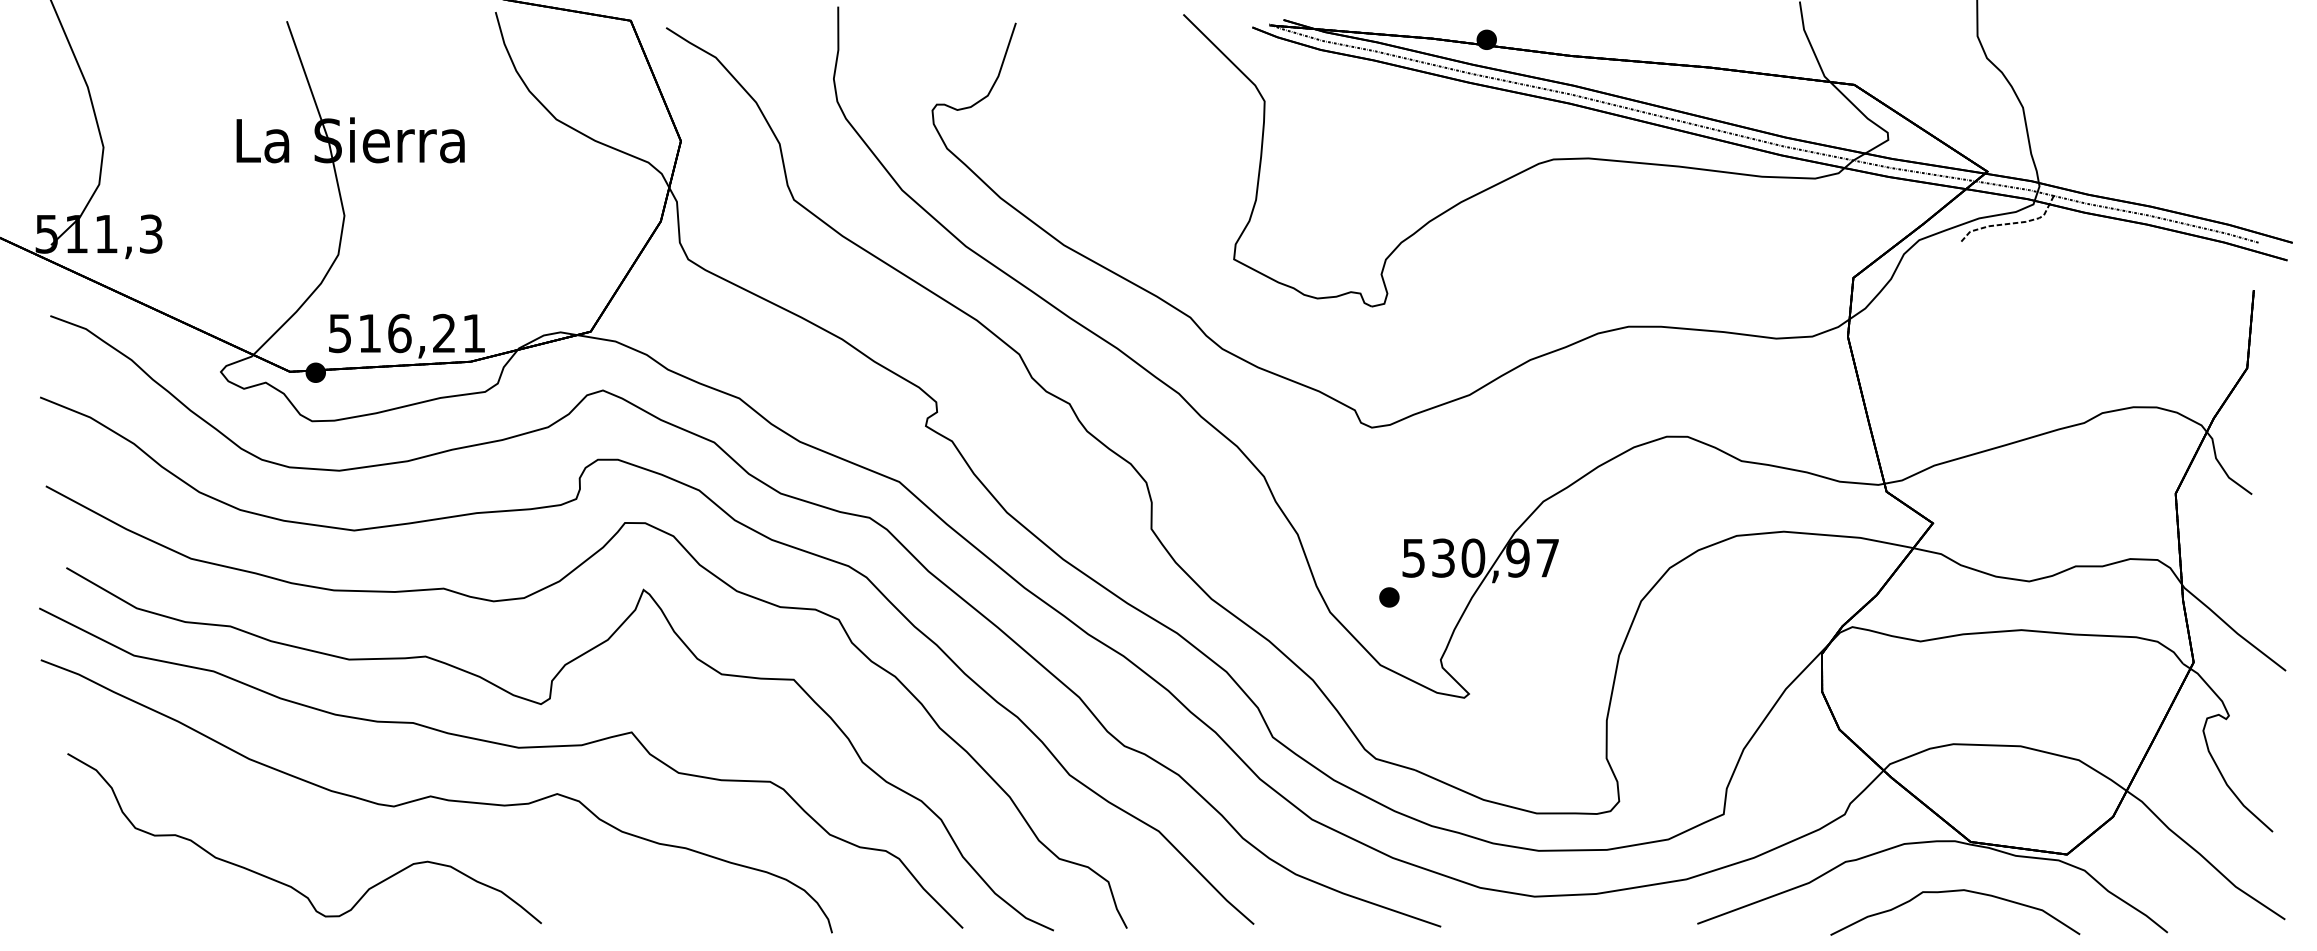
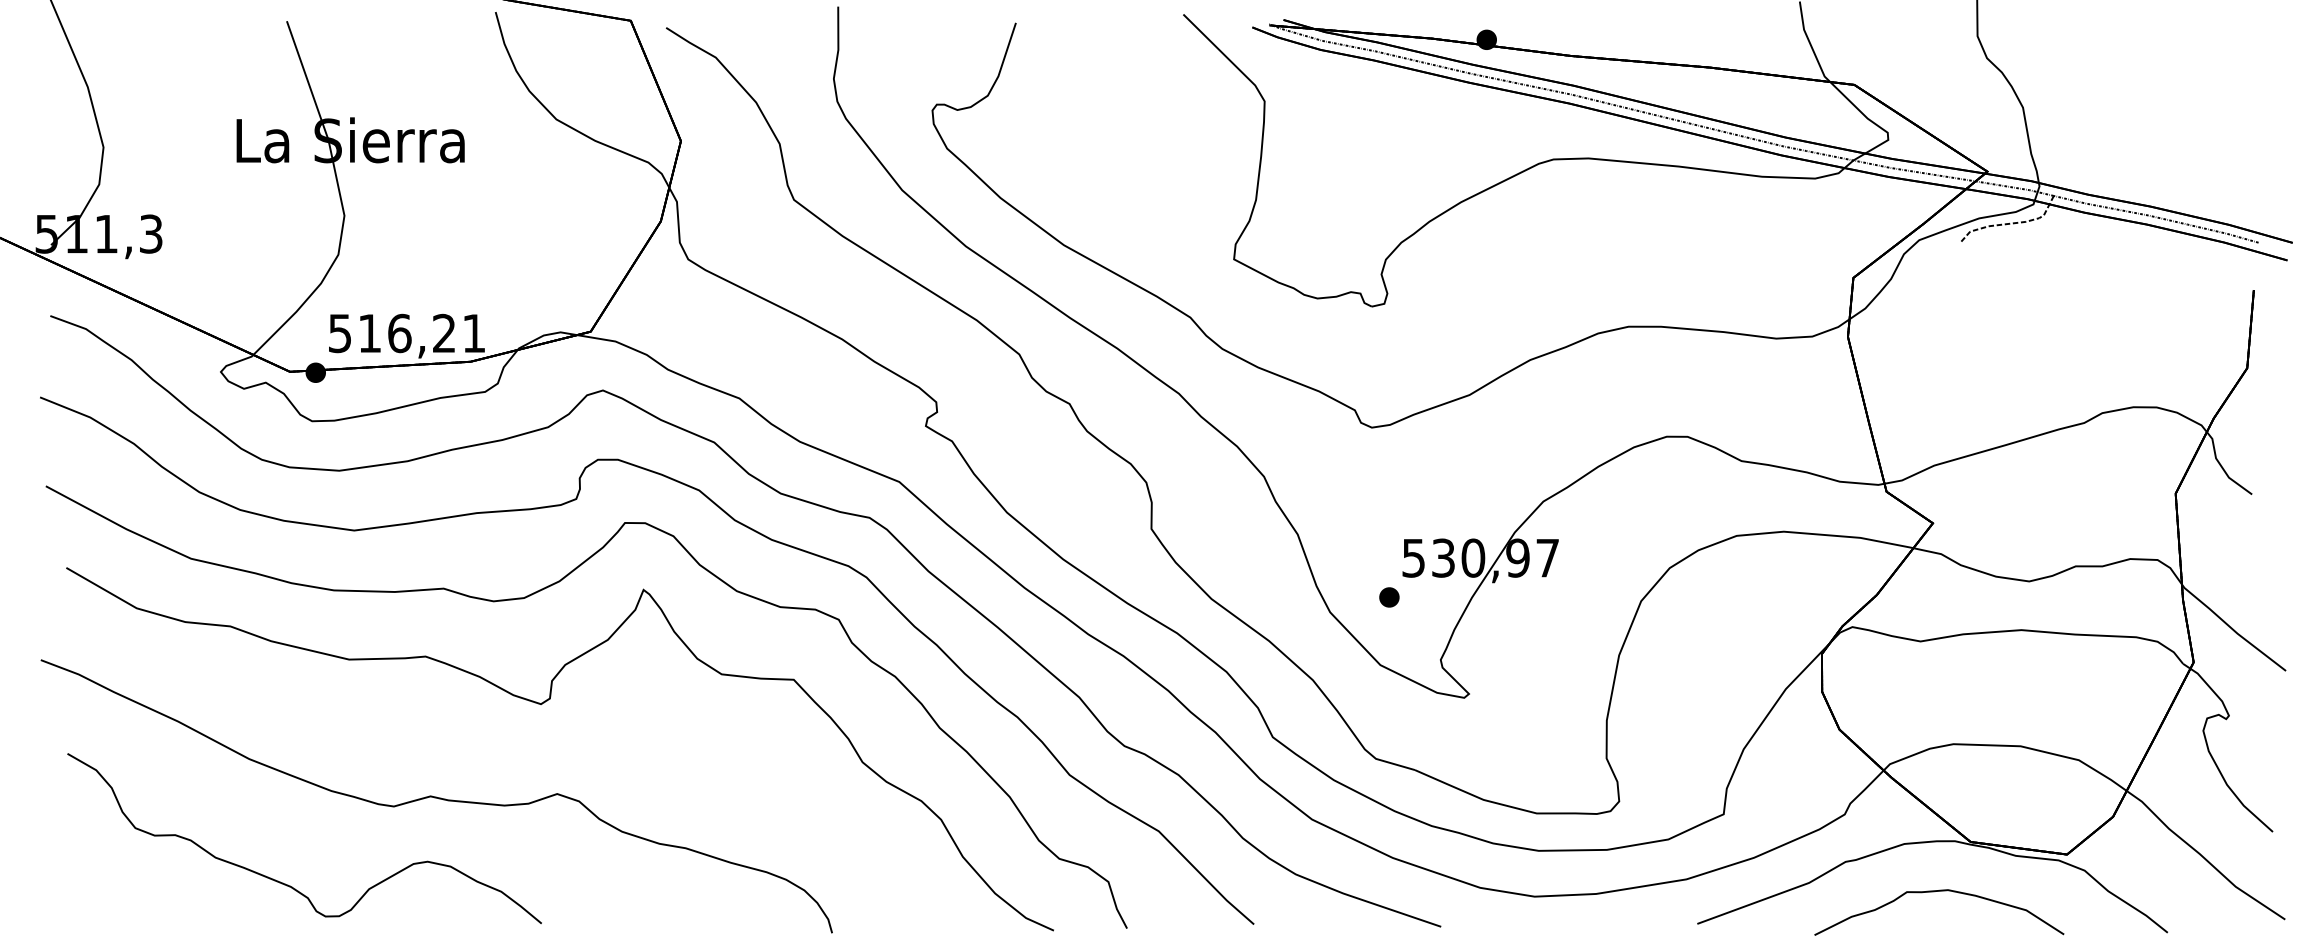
part at (506, 746): present -> none
curve at (1950, 892) position: (1950, 892) -> (1934, 892)
